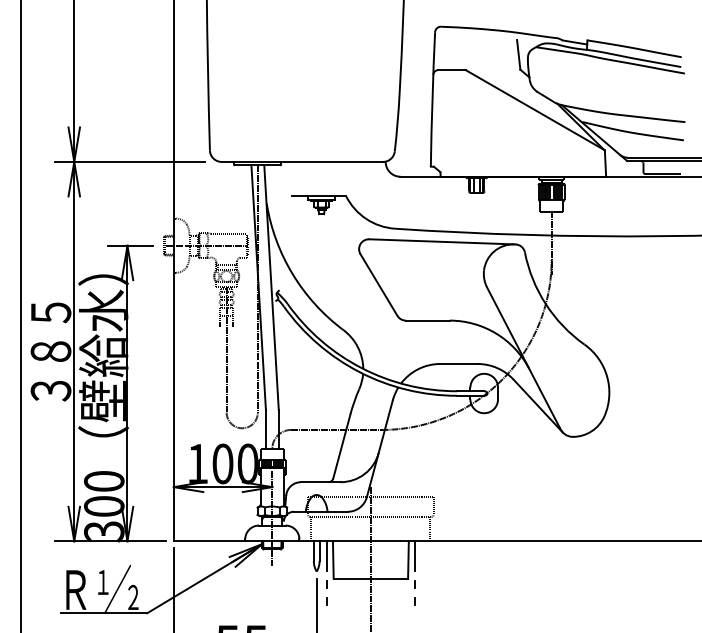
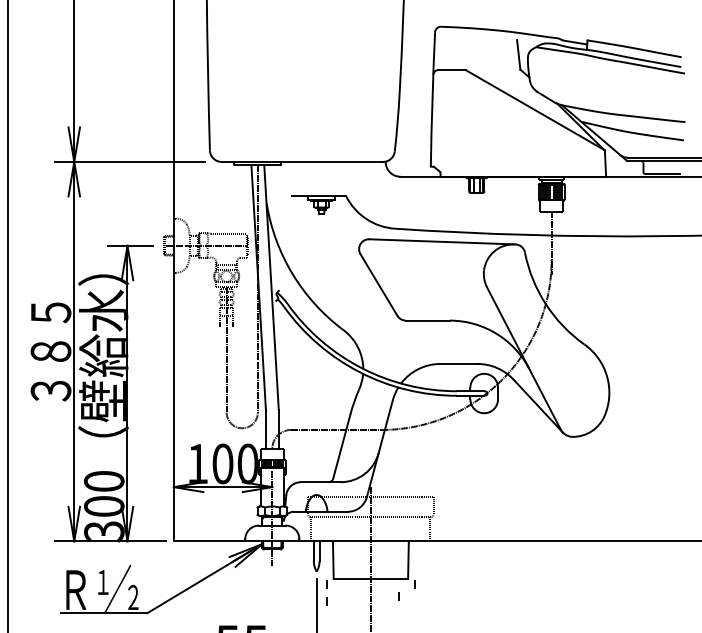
line at (21, 315) position: (21, 315) -> (8, 315)
line at (327, 556): present -> none
line at (414, 556): present -> none
line at (173, 588): present -> none
line at (414, 601) position: (414, 601) -> (398, 596)
